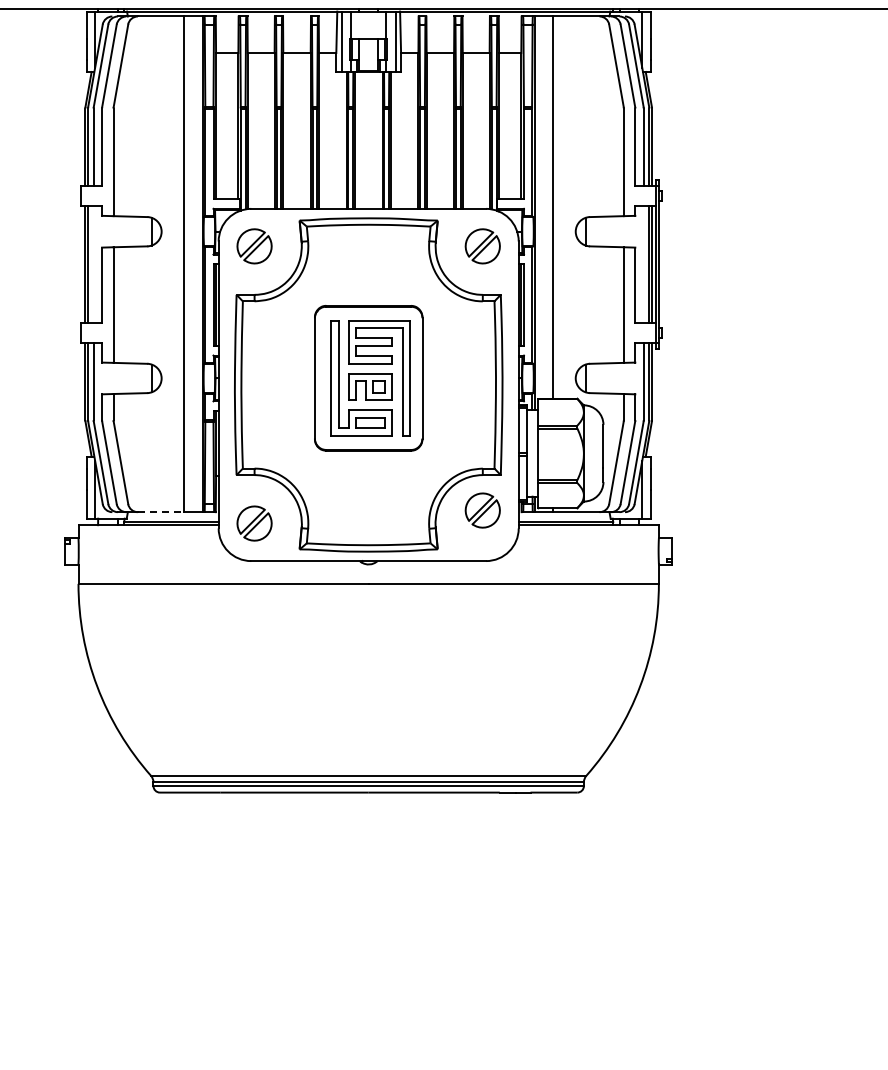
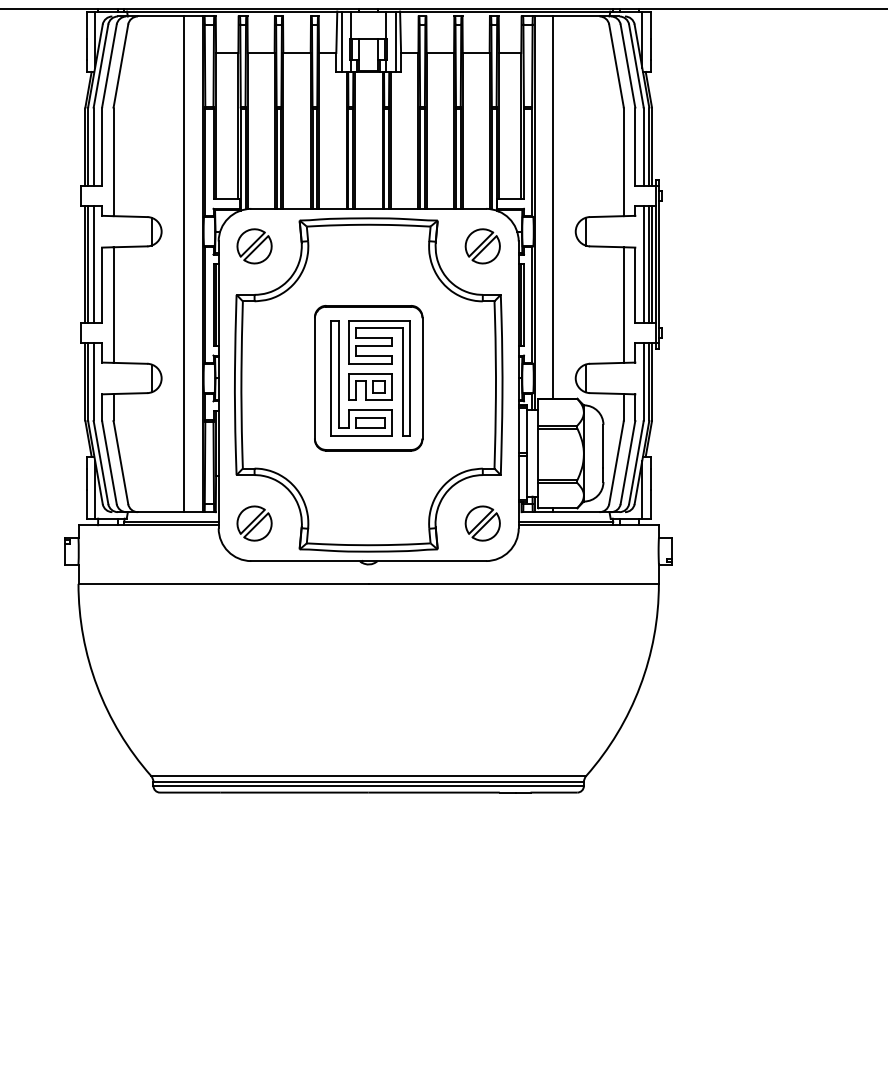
line at (93, 264): none -> present
line at (643, 264): none -> present
part at (482, 510) position: (482, 510) -> (482, 523)
line at (161, 512): dashed -> solid
